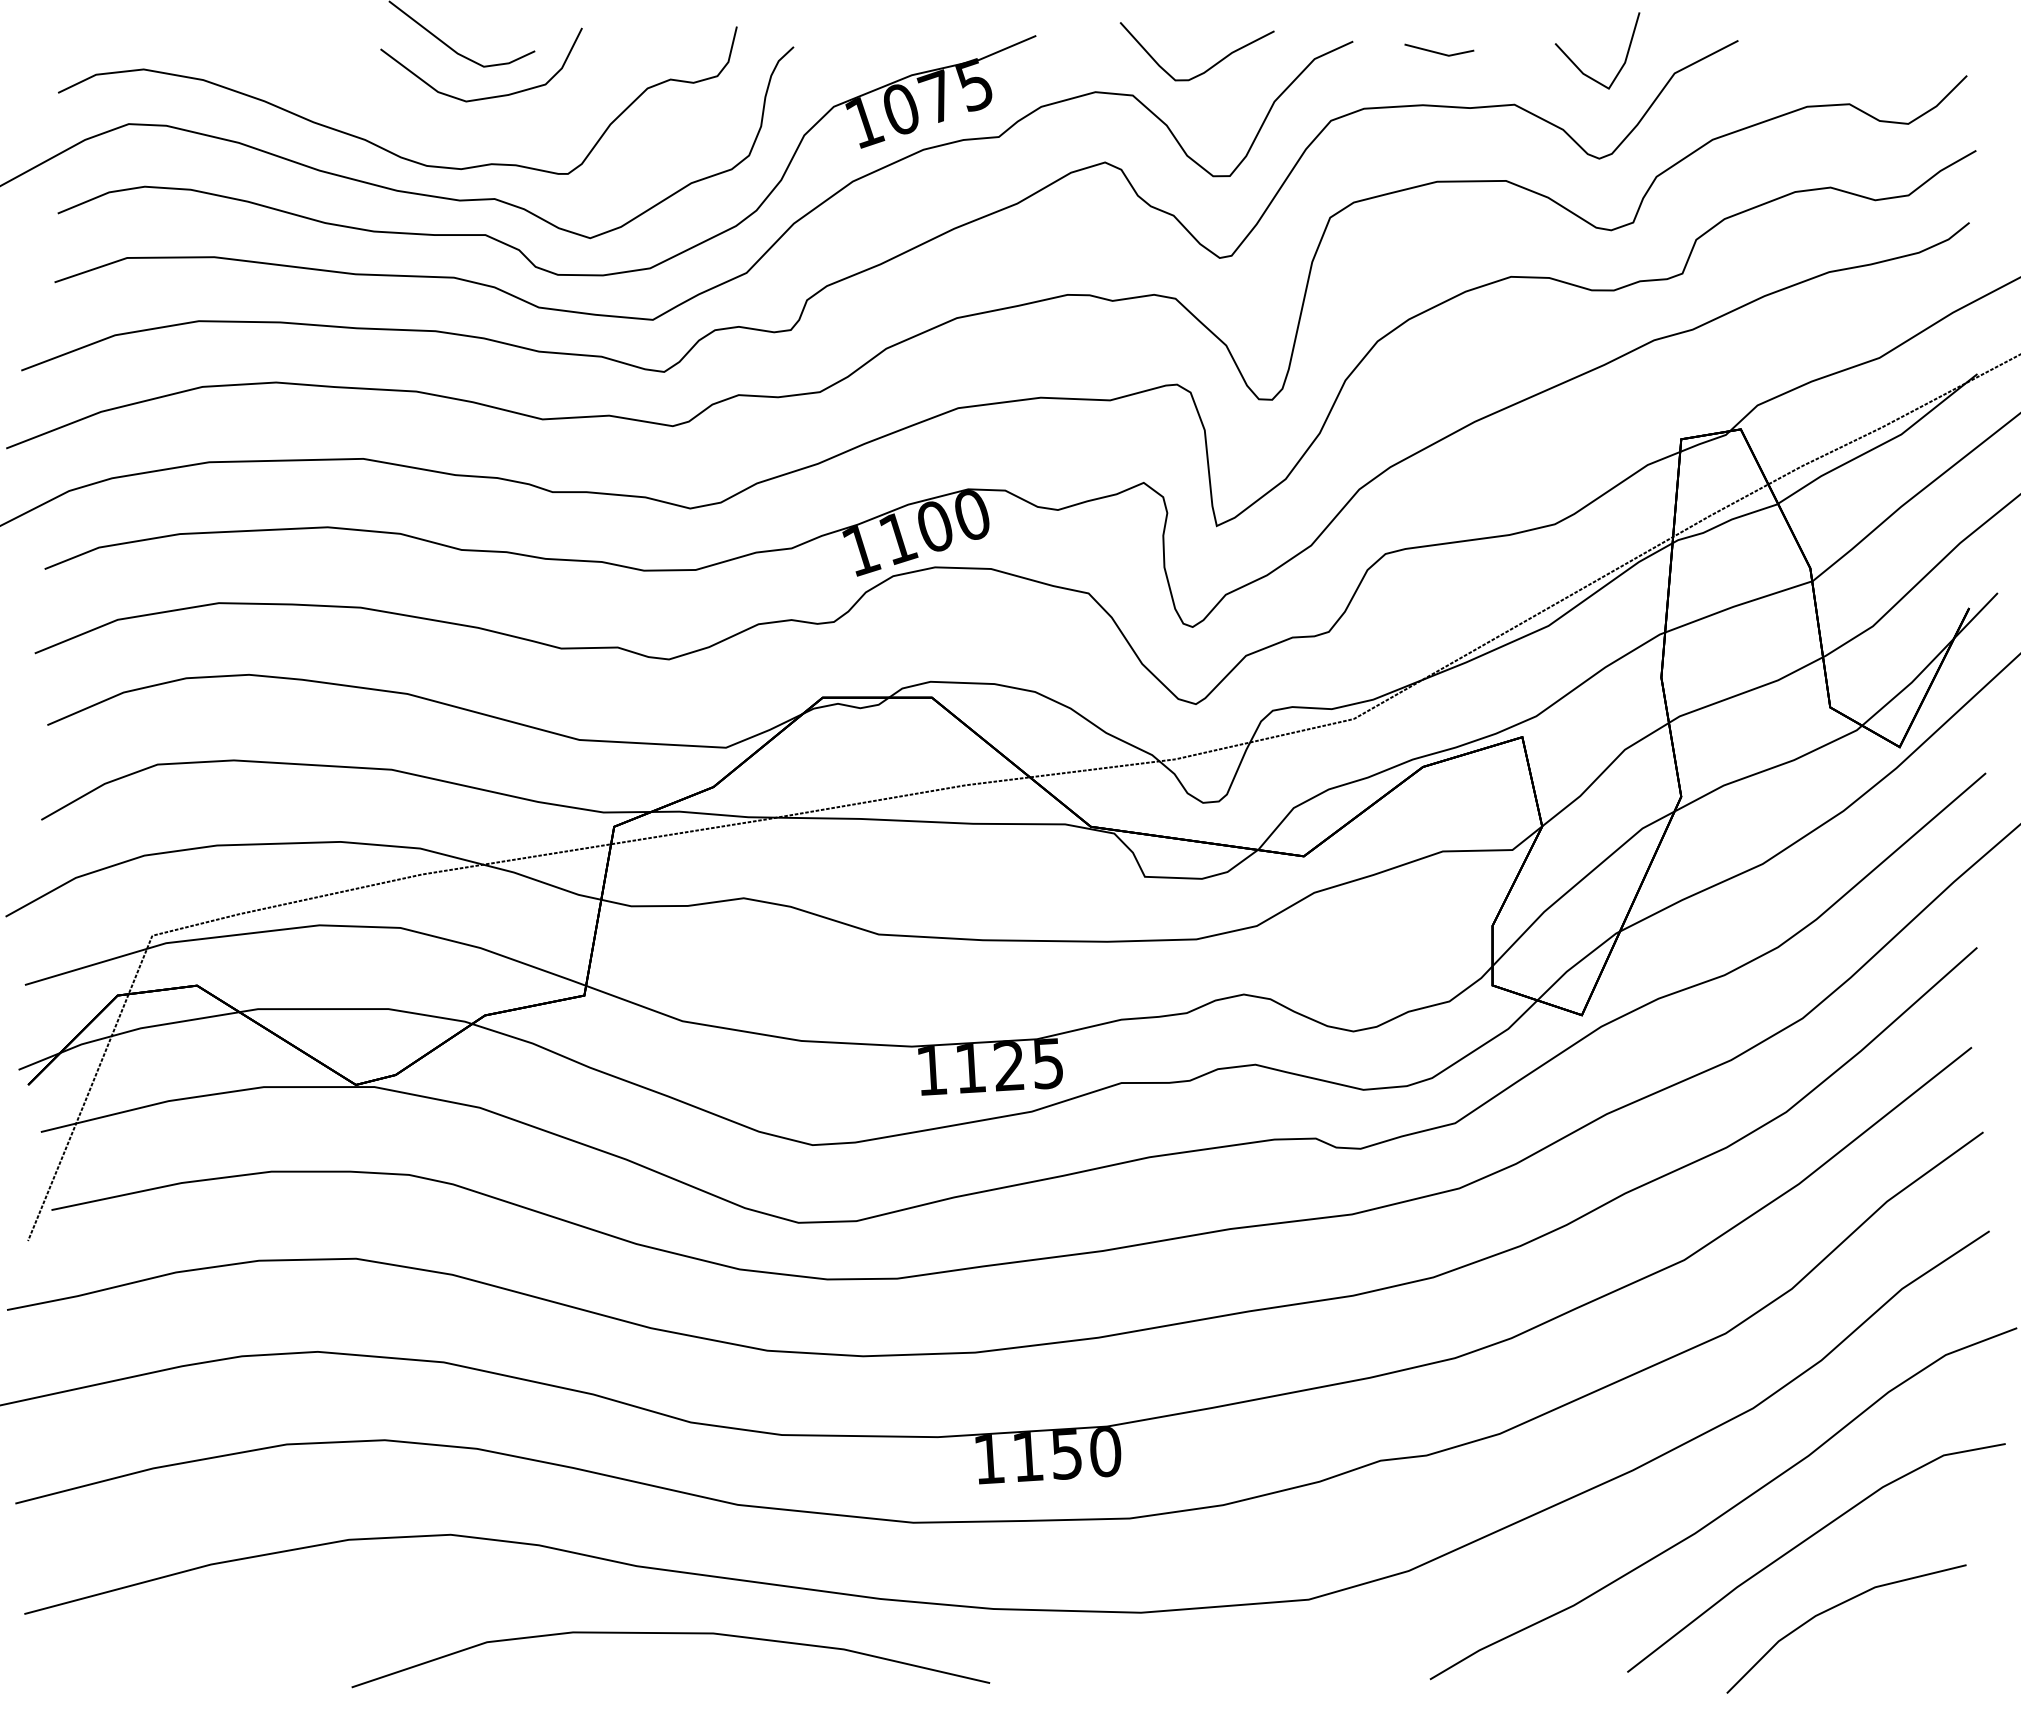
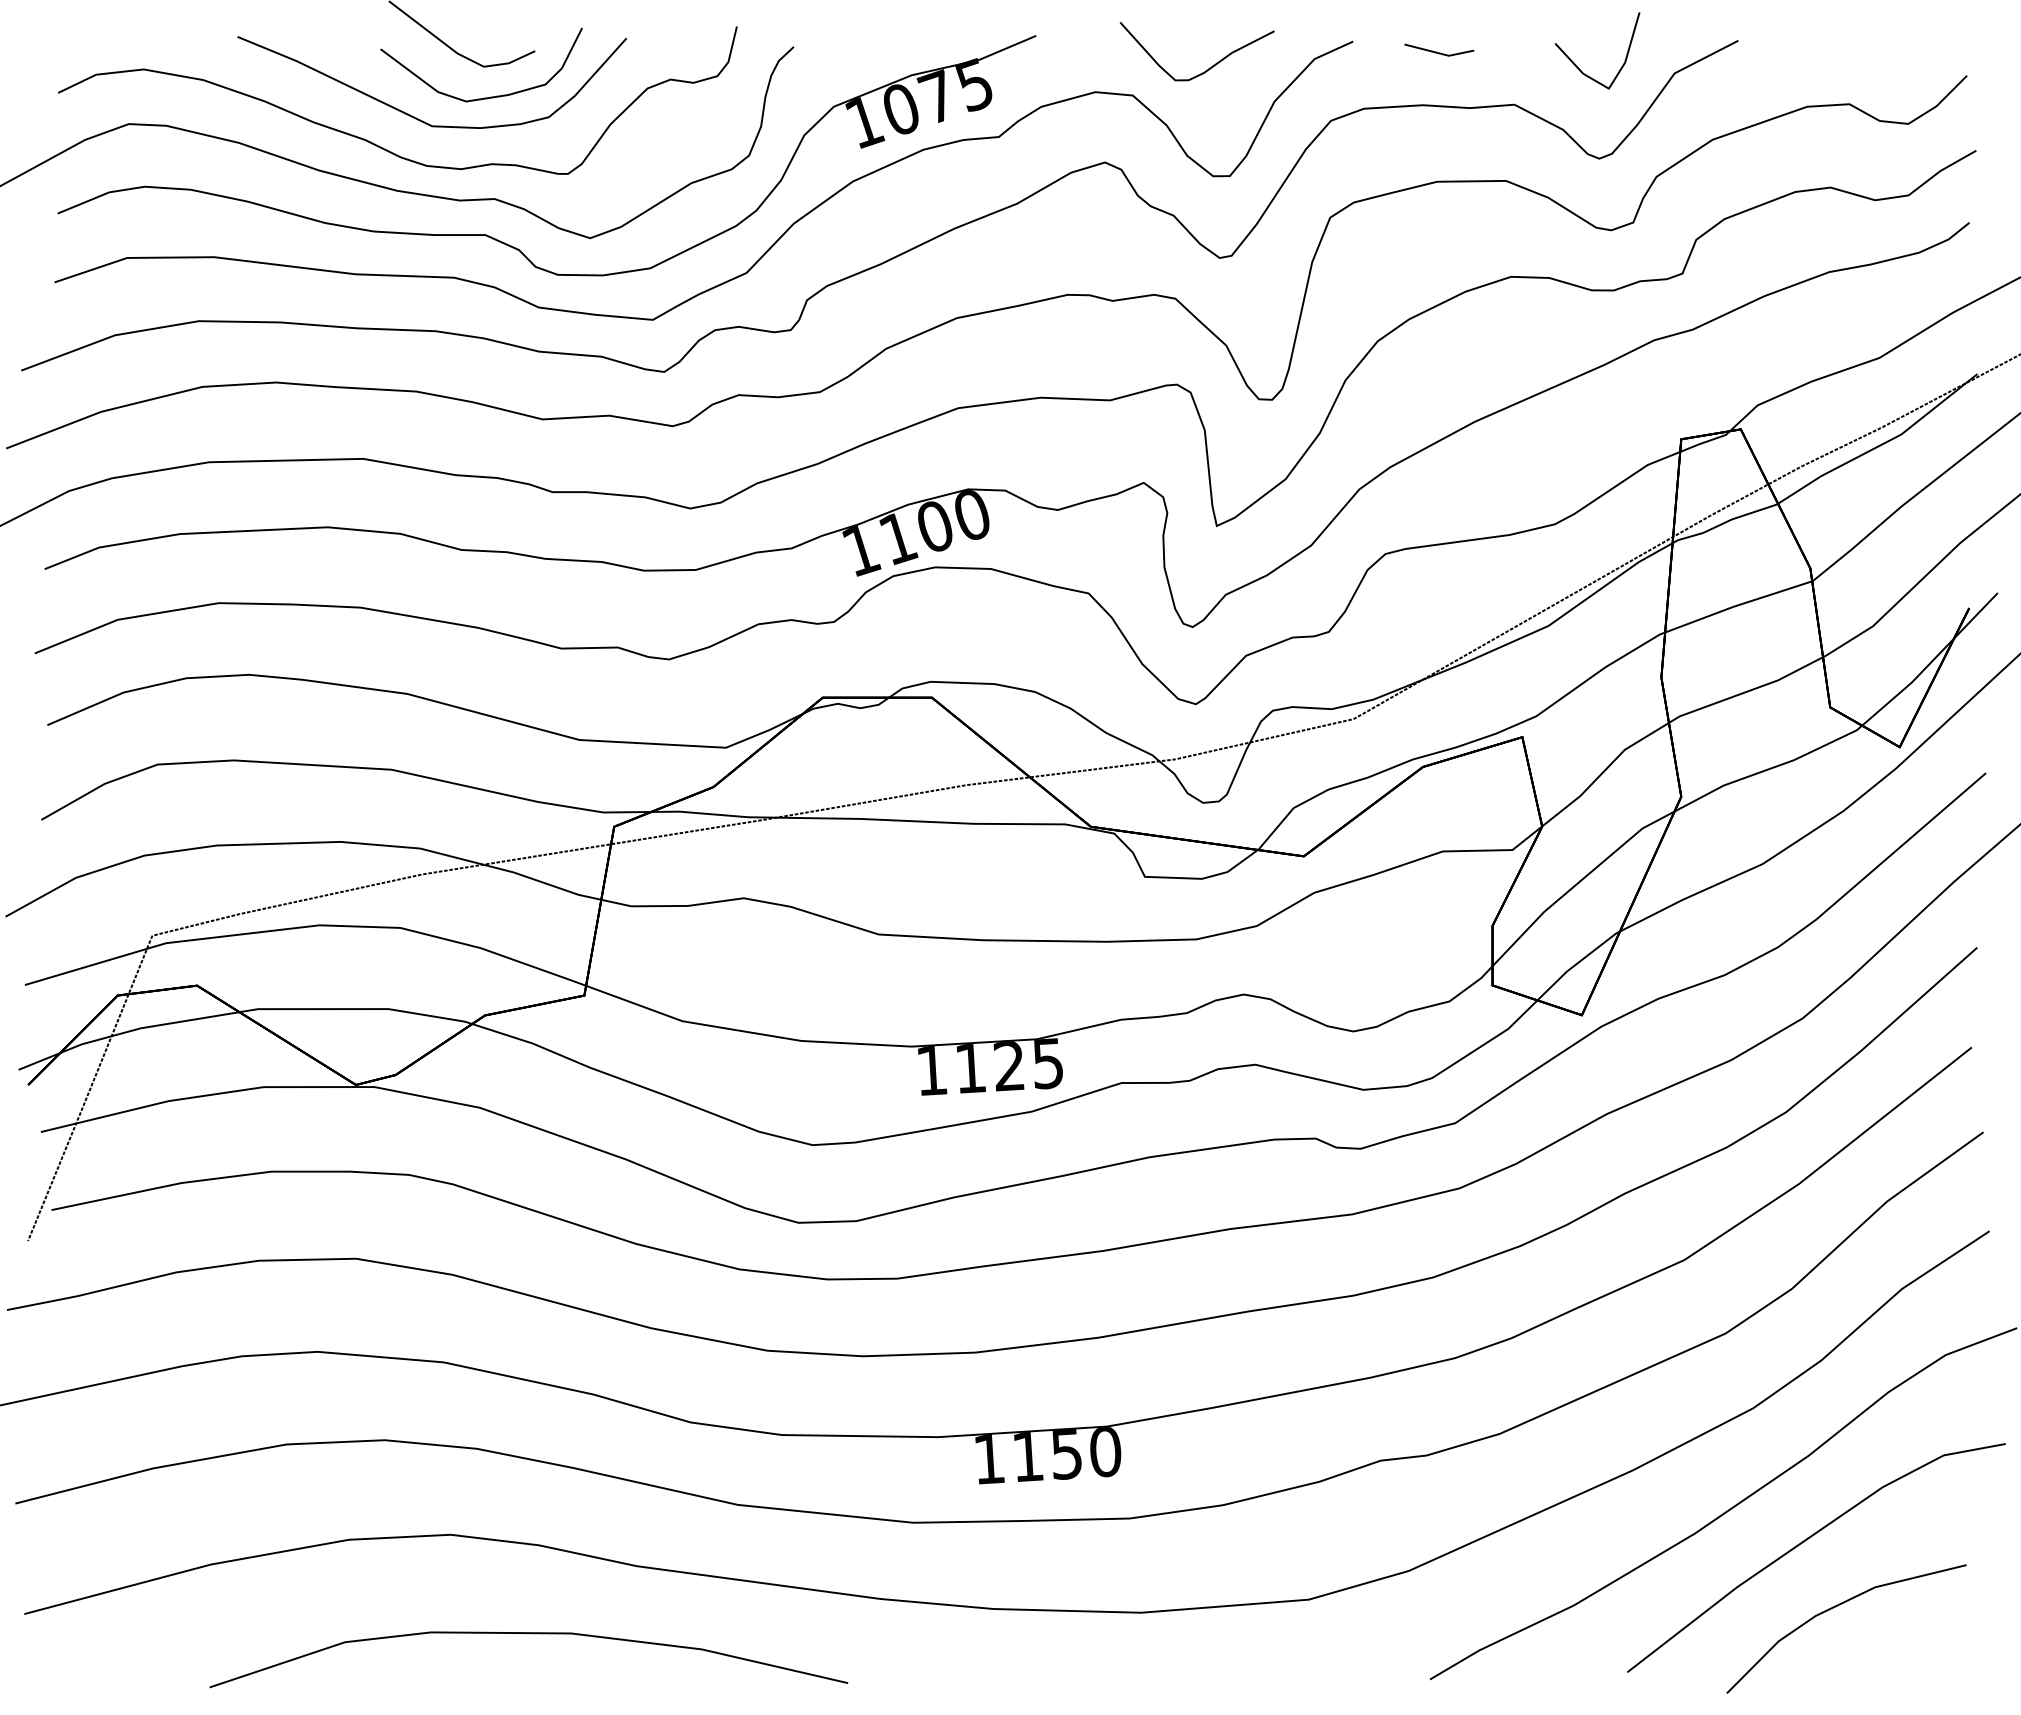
part at (414, 116): none -> present
curve at (673, 1634) position: (673, 1634) -> (531, 1634)
